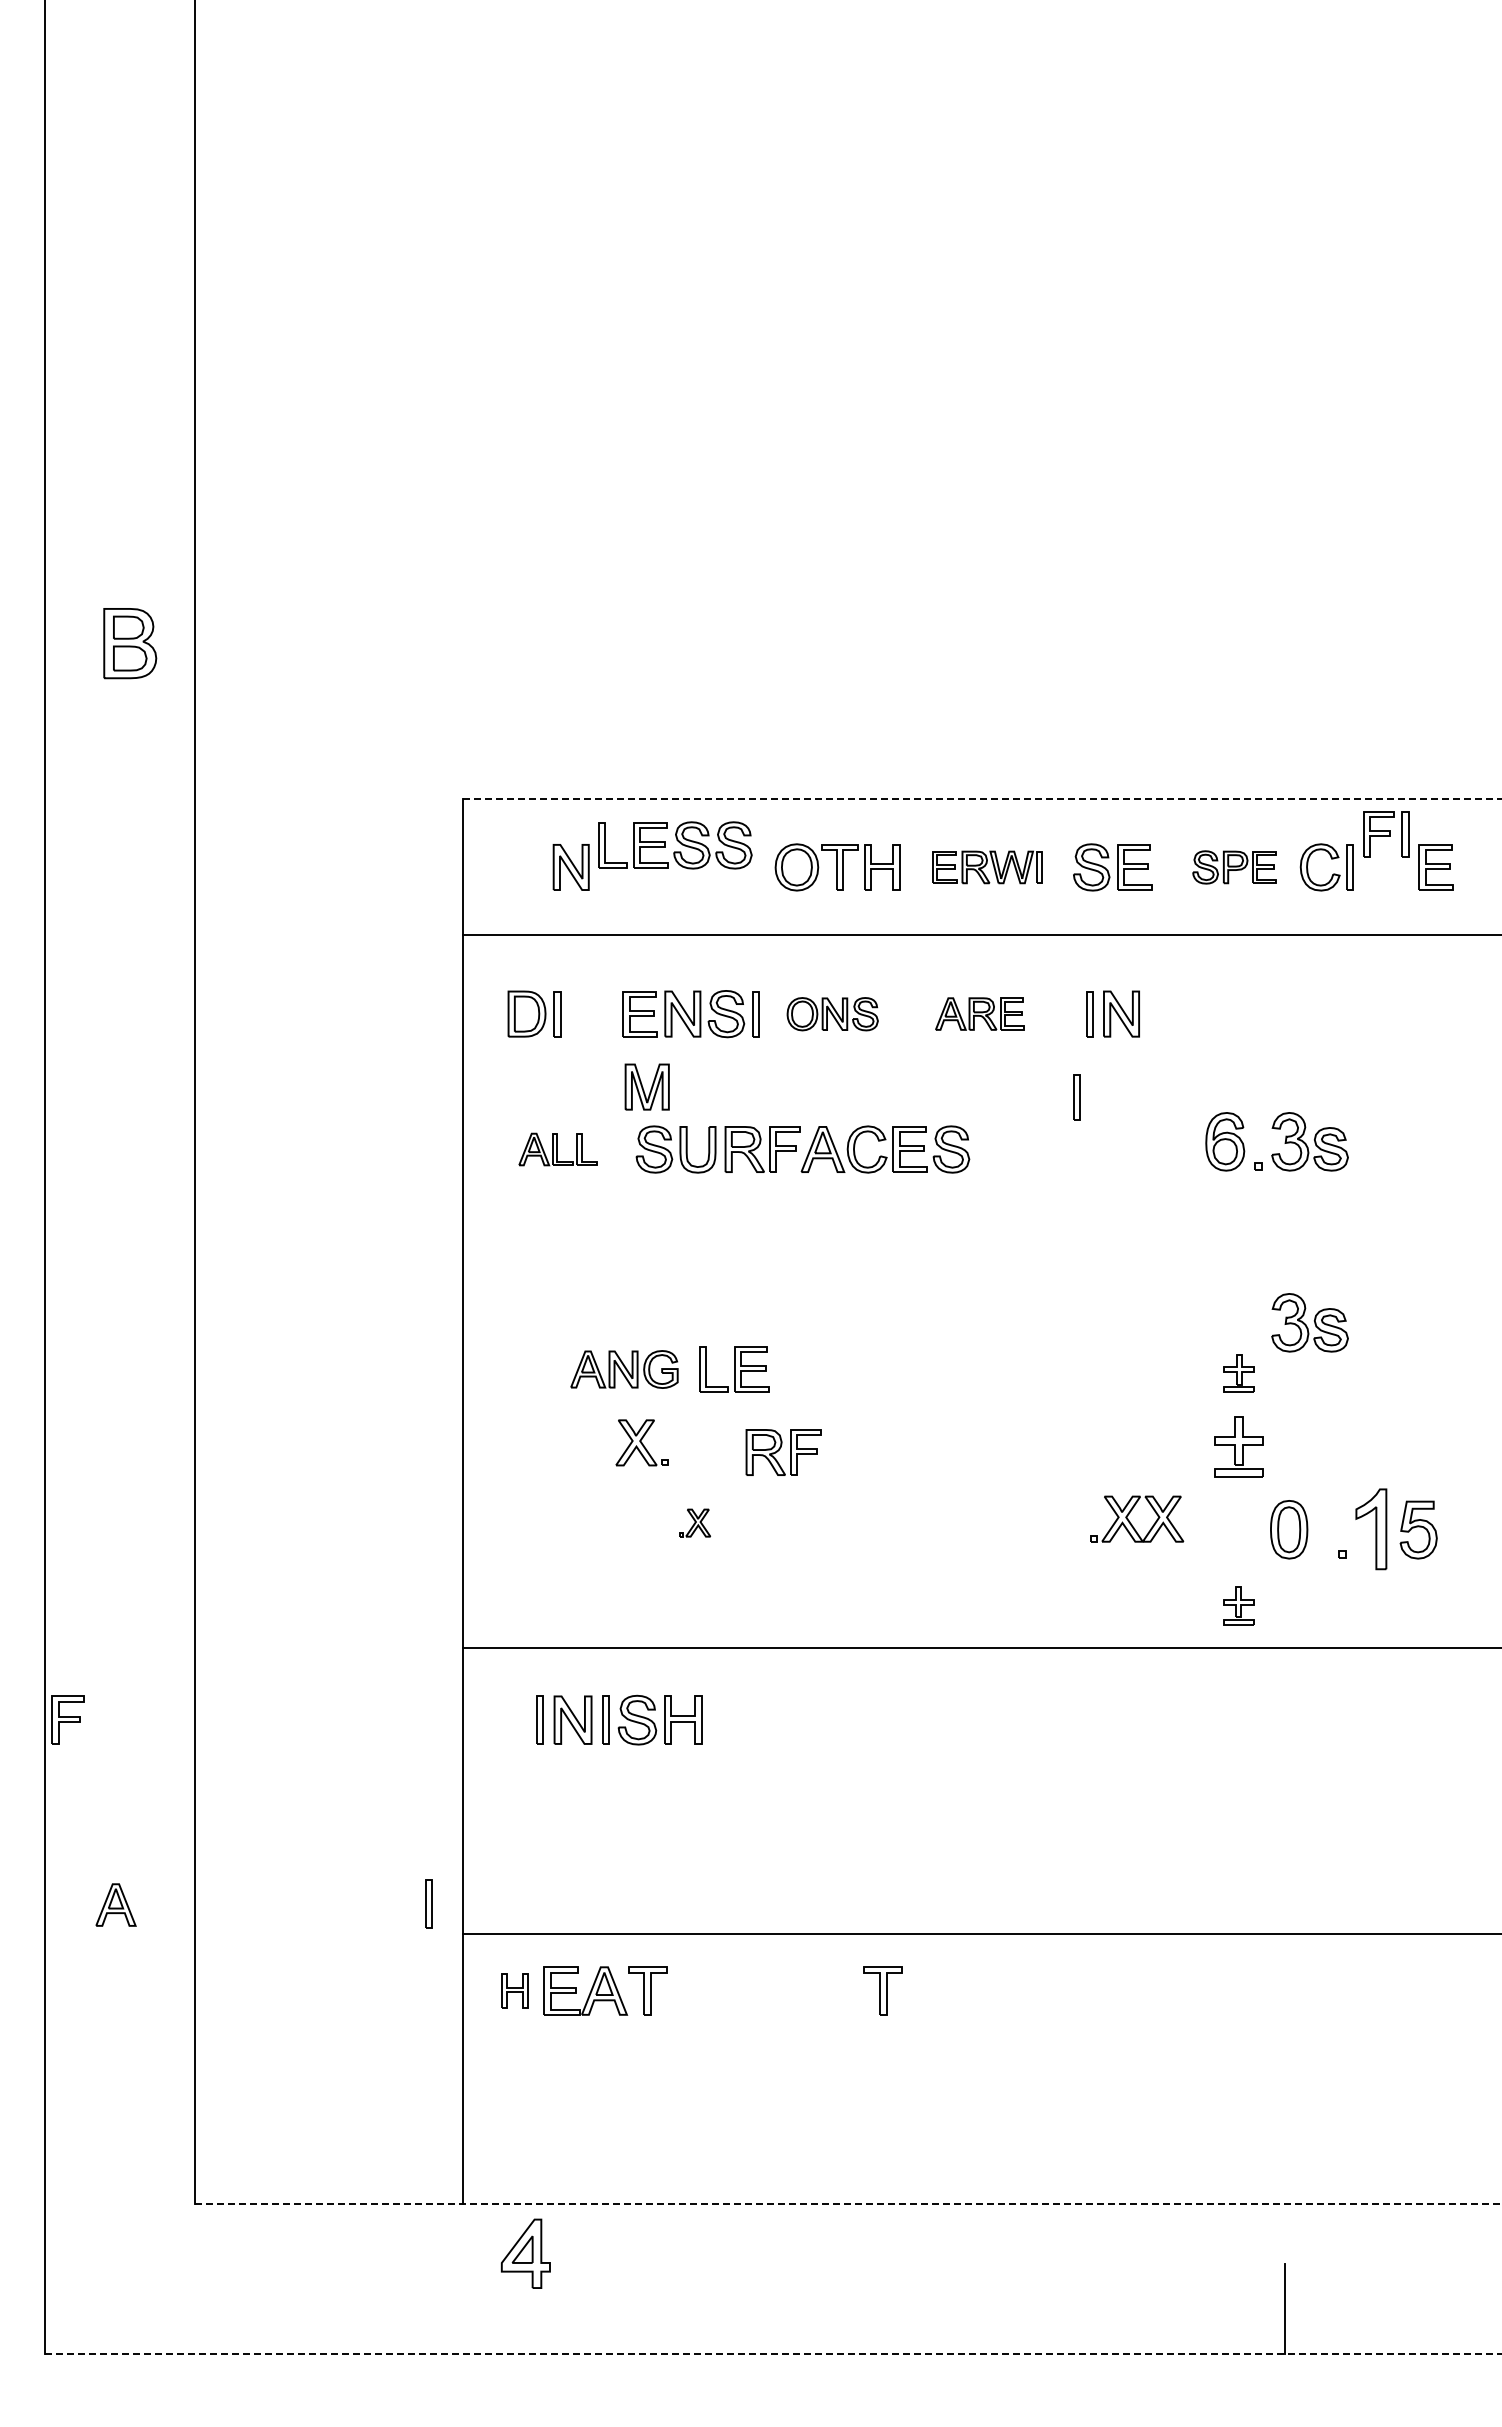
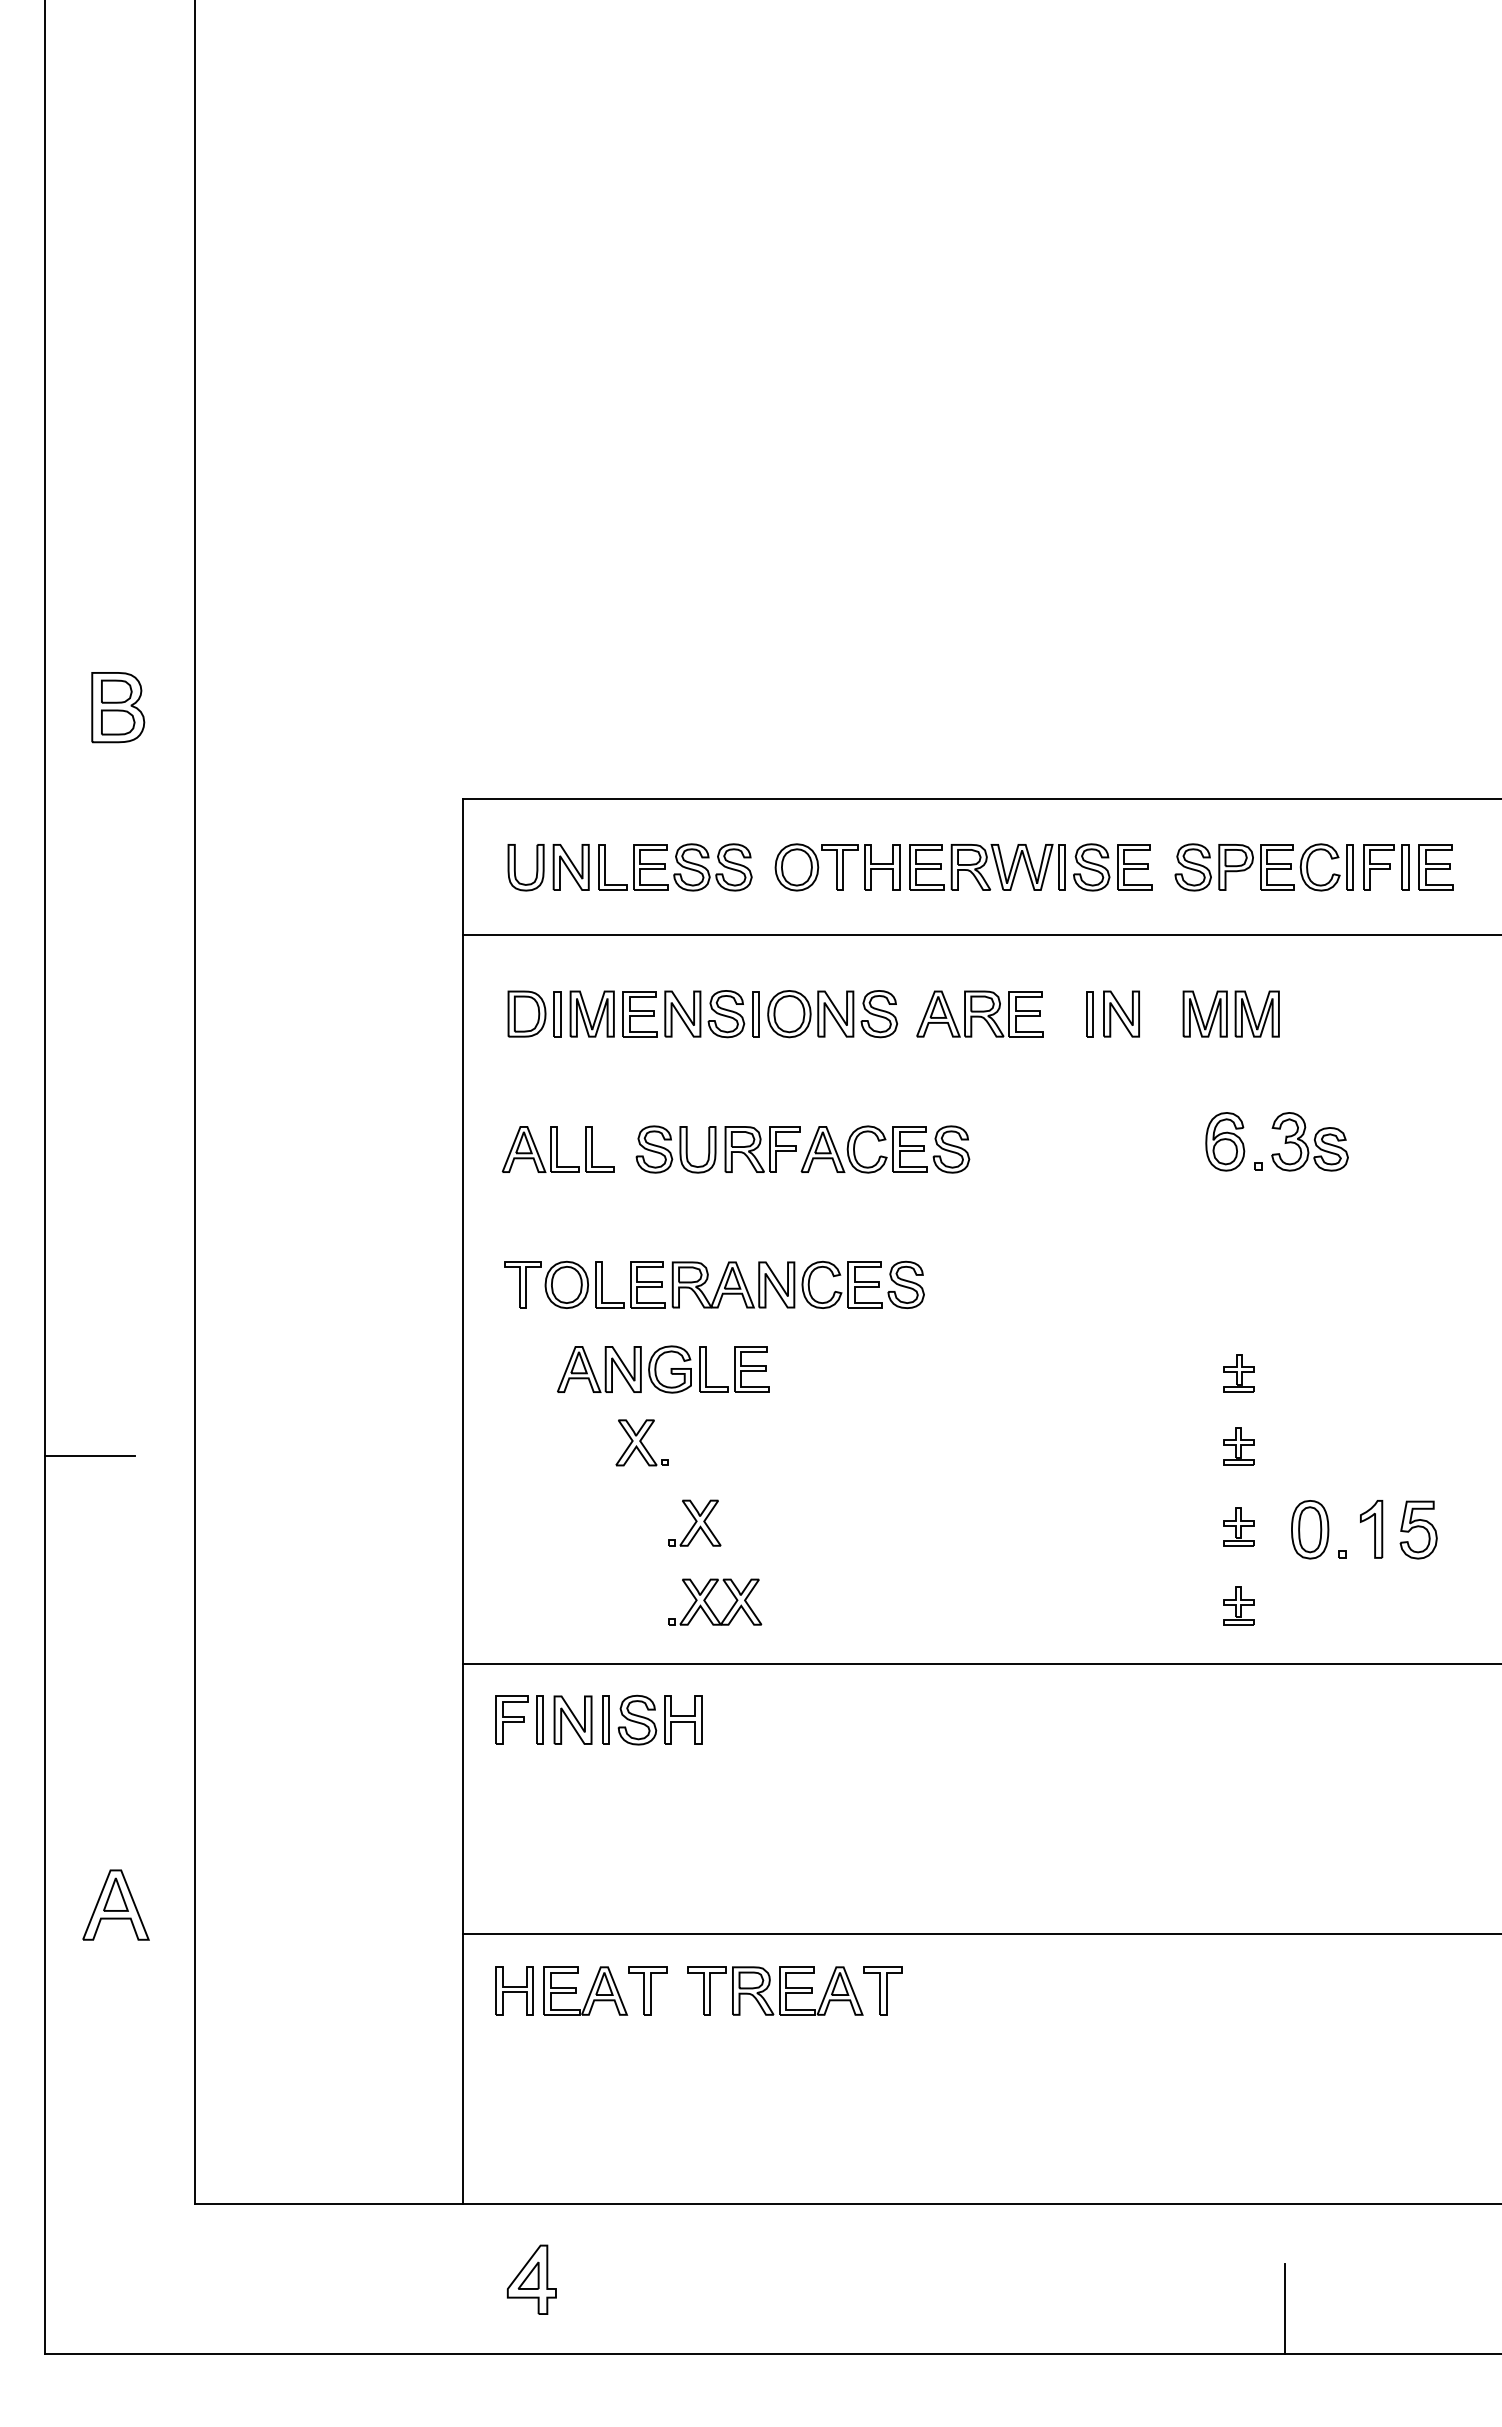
part at (130, 643) position: (130, 643) -> (118, 707)
line at (982, 799): dashed -> solid
part at (1386, 834) position: (1386, 834) -> (1386, 867)
part at (675, 845) position: (675, 845) -> (675, 867)
part at (515, 867): none -> present
part at (987, 867) size: 111x35 px -> 157x47 px
part at (1234, 867) size: 85x35 px -> 121x49 px
part at (979, 1013) size: 90x34 px -> 128x48 px
part at (1230, 1013): none -> present
part at (832, 1014) size: 93x35 px -> 132x49 px
part at (646, 1086) position: (646, 1086) -> (591, 1013)
part at (1076, 1097): present -> none
part at (557, 1149) size: 80x35 px -> 114x47 px
part at (714, 1284): none -> present
part at (1309, 1322): present -> none
part at (624, 1369) size: 109x39 px -> 135x49 px
part at (1238, 1446) size: 50x62 px -> 32x39 px
part at (783, 1452): present -> none
line at (89, 1456): none -> present
part at (1130, 1521) position: (1130, 1521) -> (708, 1604)
part at (694, 1522) size: 32x30 px -> 54x48 px
part at (1238, 1526): none -> present
part at (1289, 1529) position: (1289, 1529) -> (1310, 1529)
part at (1371, 1529) size: 33x83 px -> 24x59 px
line at (980, 1648) position: (980, 1648) -> (980, 1664)
part at (67, 1719) position: (67, 1719) -> (511, 1719)
part at (428, 1903): present -> none
part at (115, 1904) size: 42x44 px -> 68x72 px
part at (514, 1990) size: 28x36 px -> 39x50 px
part at (775, 1990): none -> present
line at (848, 2204): dashed -> solid
part at (525, 2253) position: (525, 2253) -> (531, 2279)
line at (773, 2354): dashed -> solid
